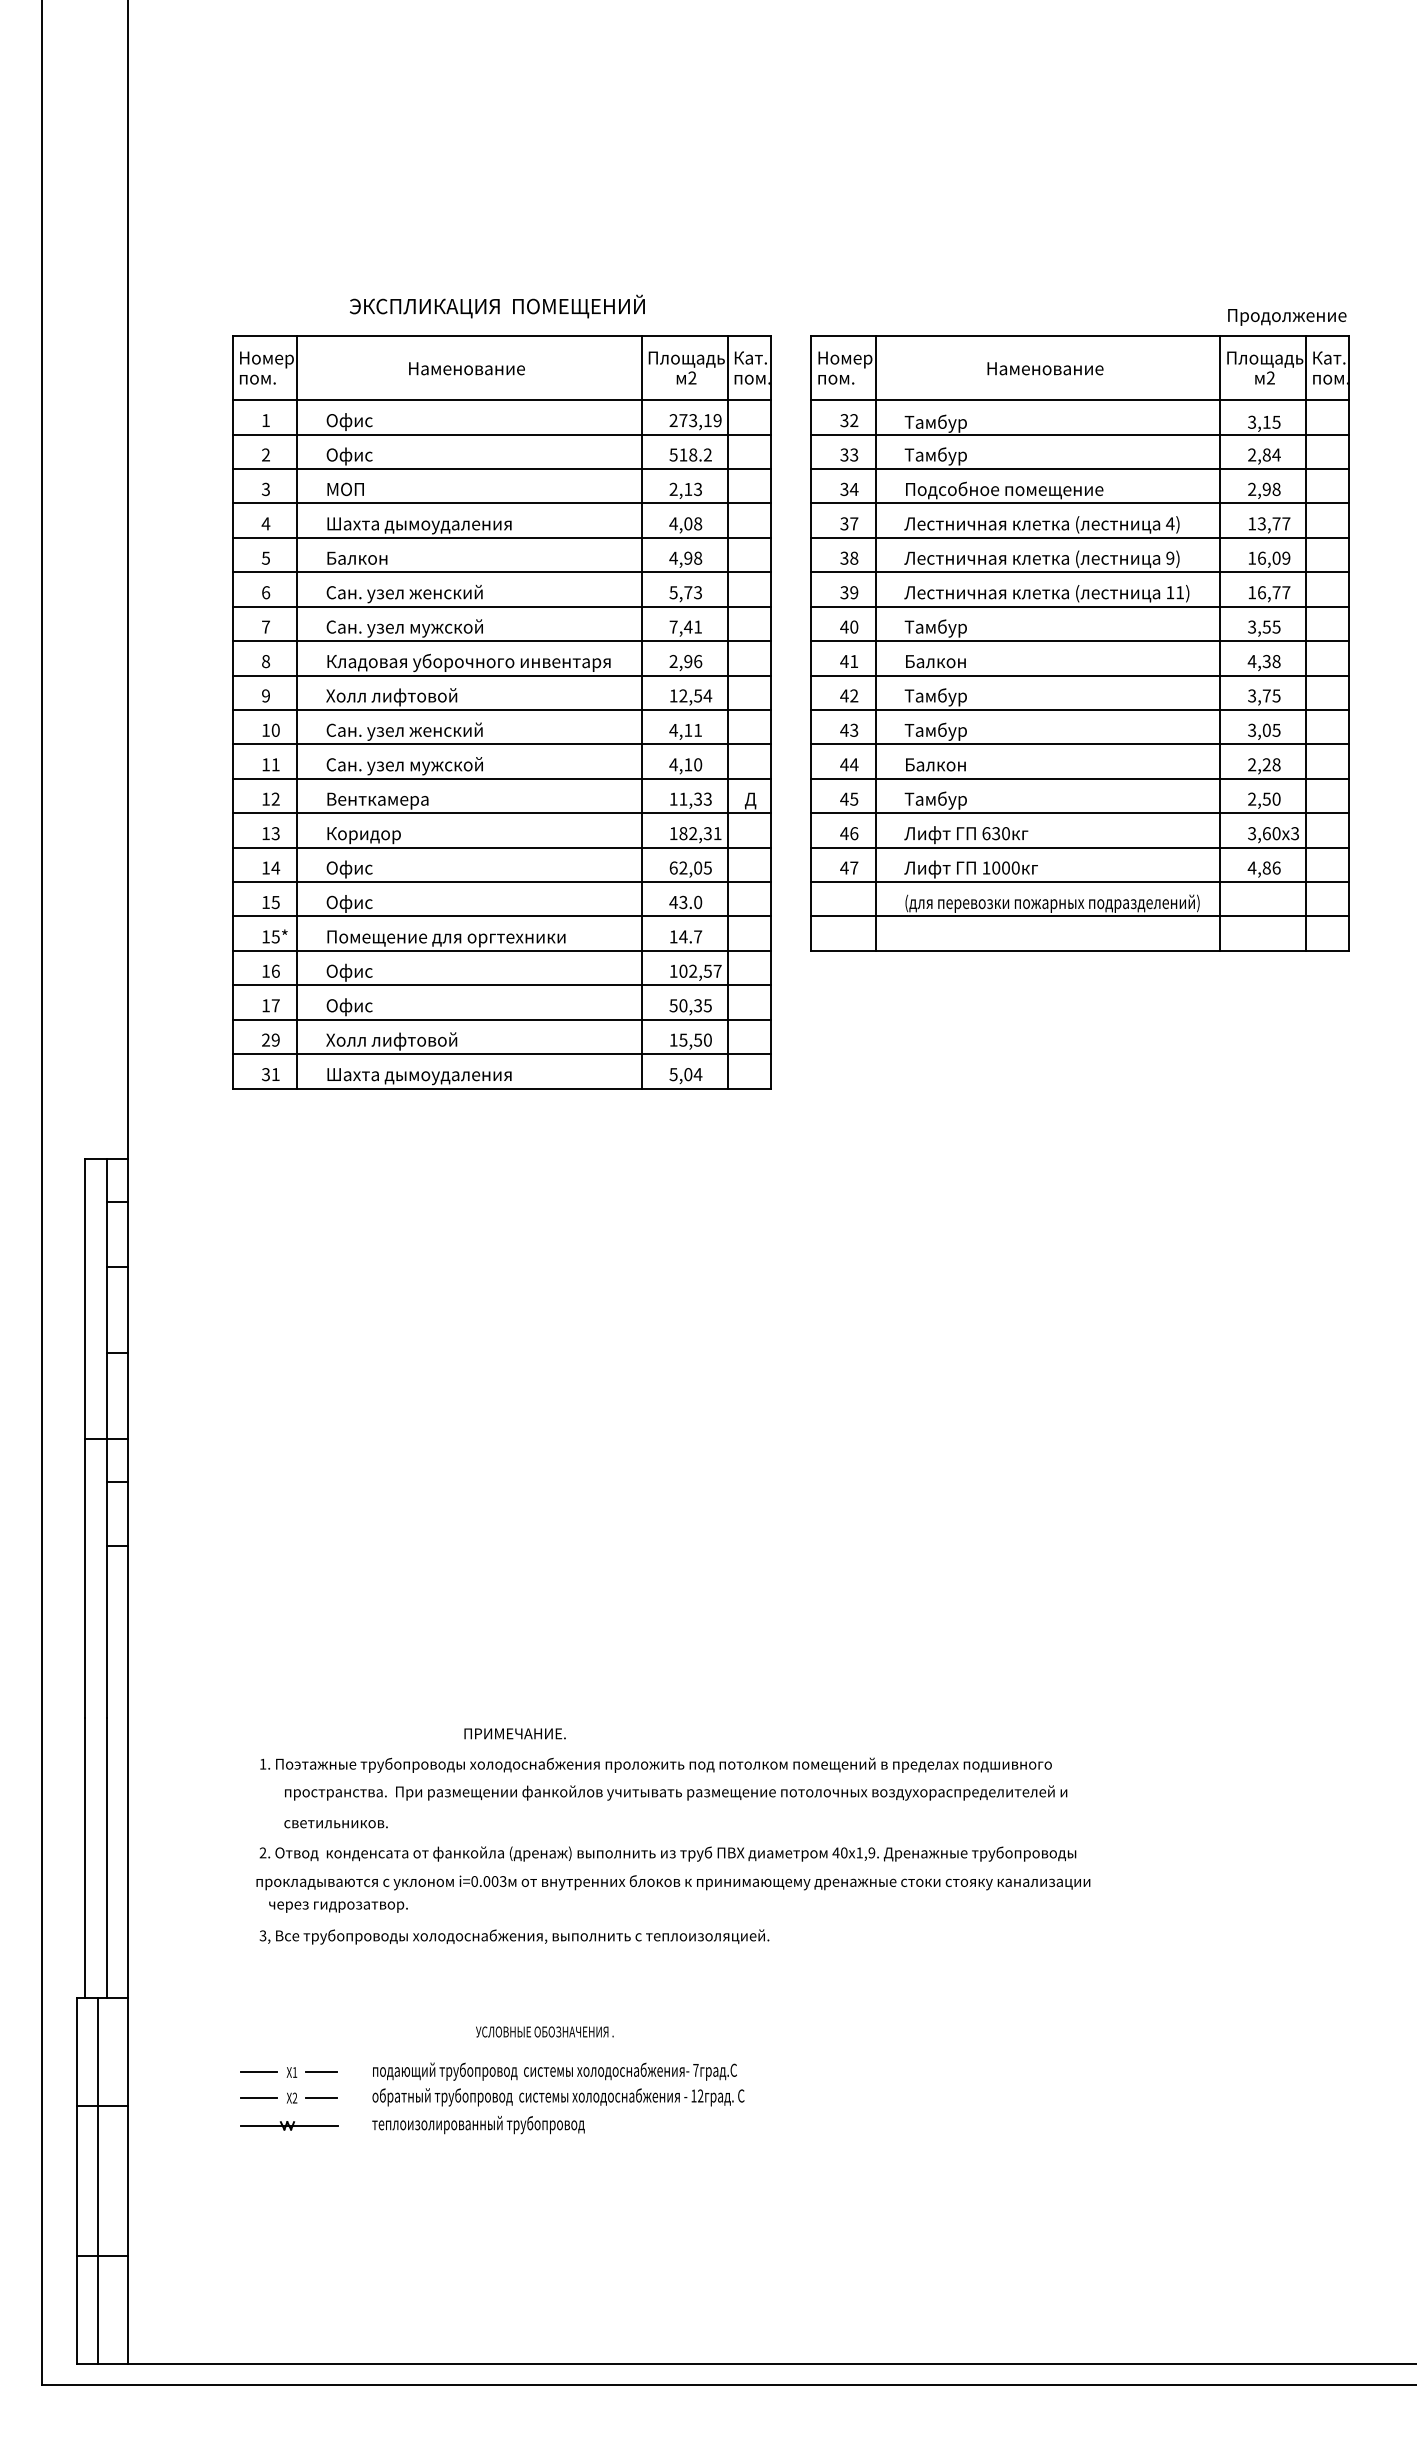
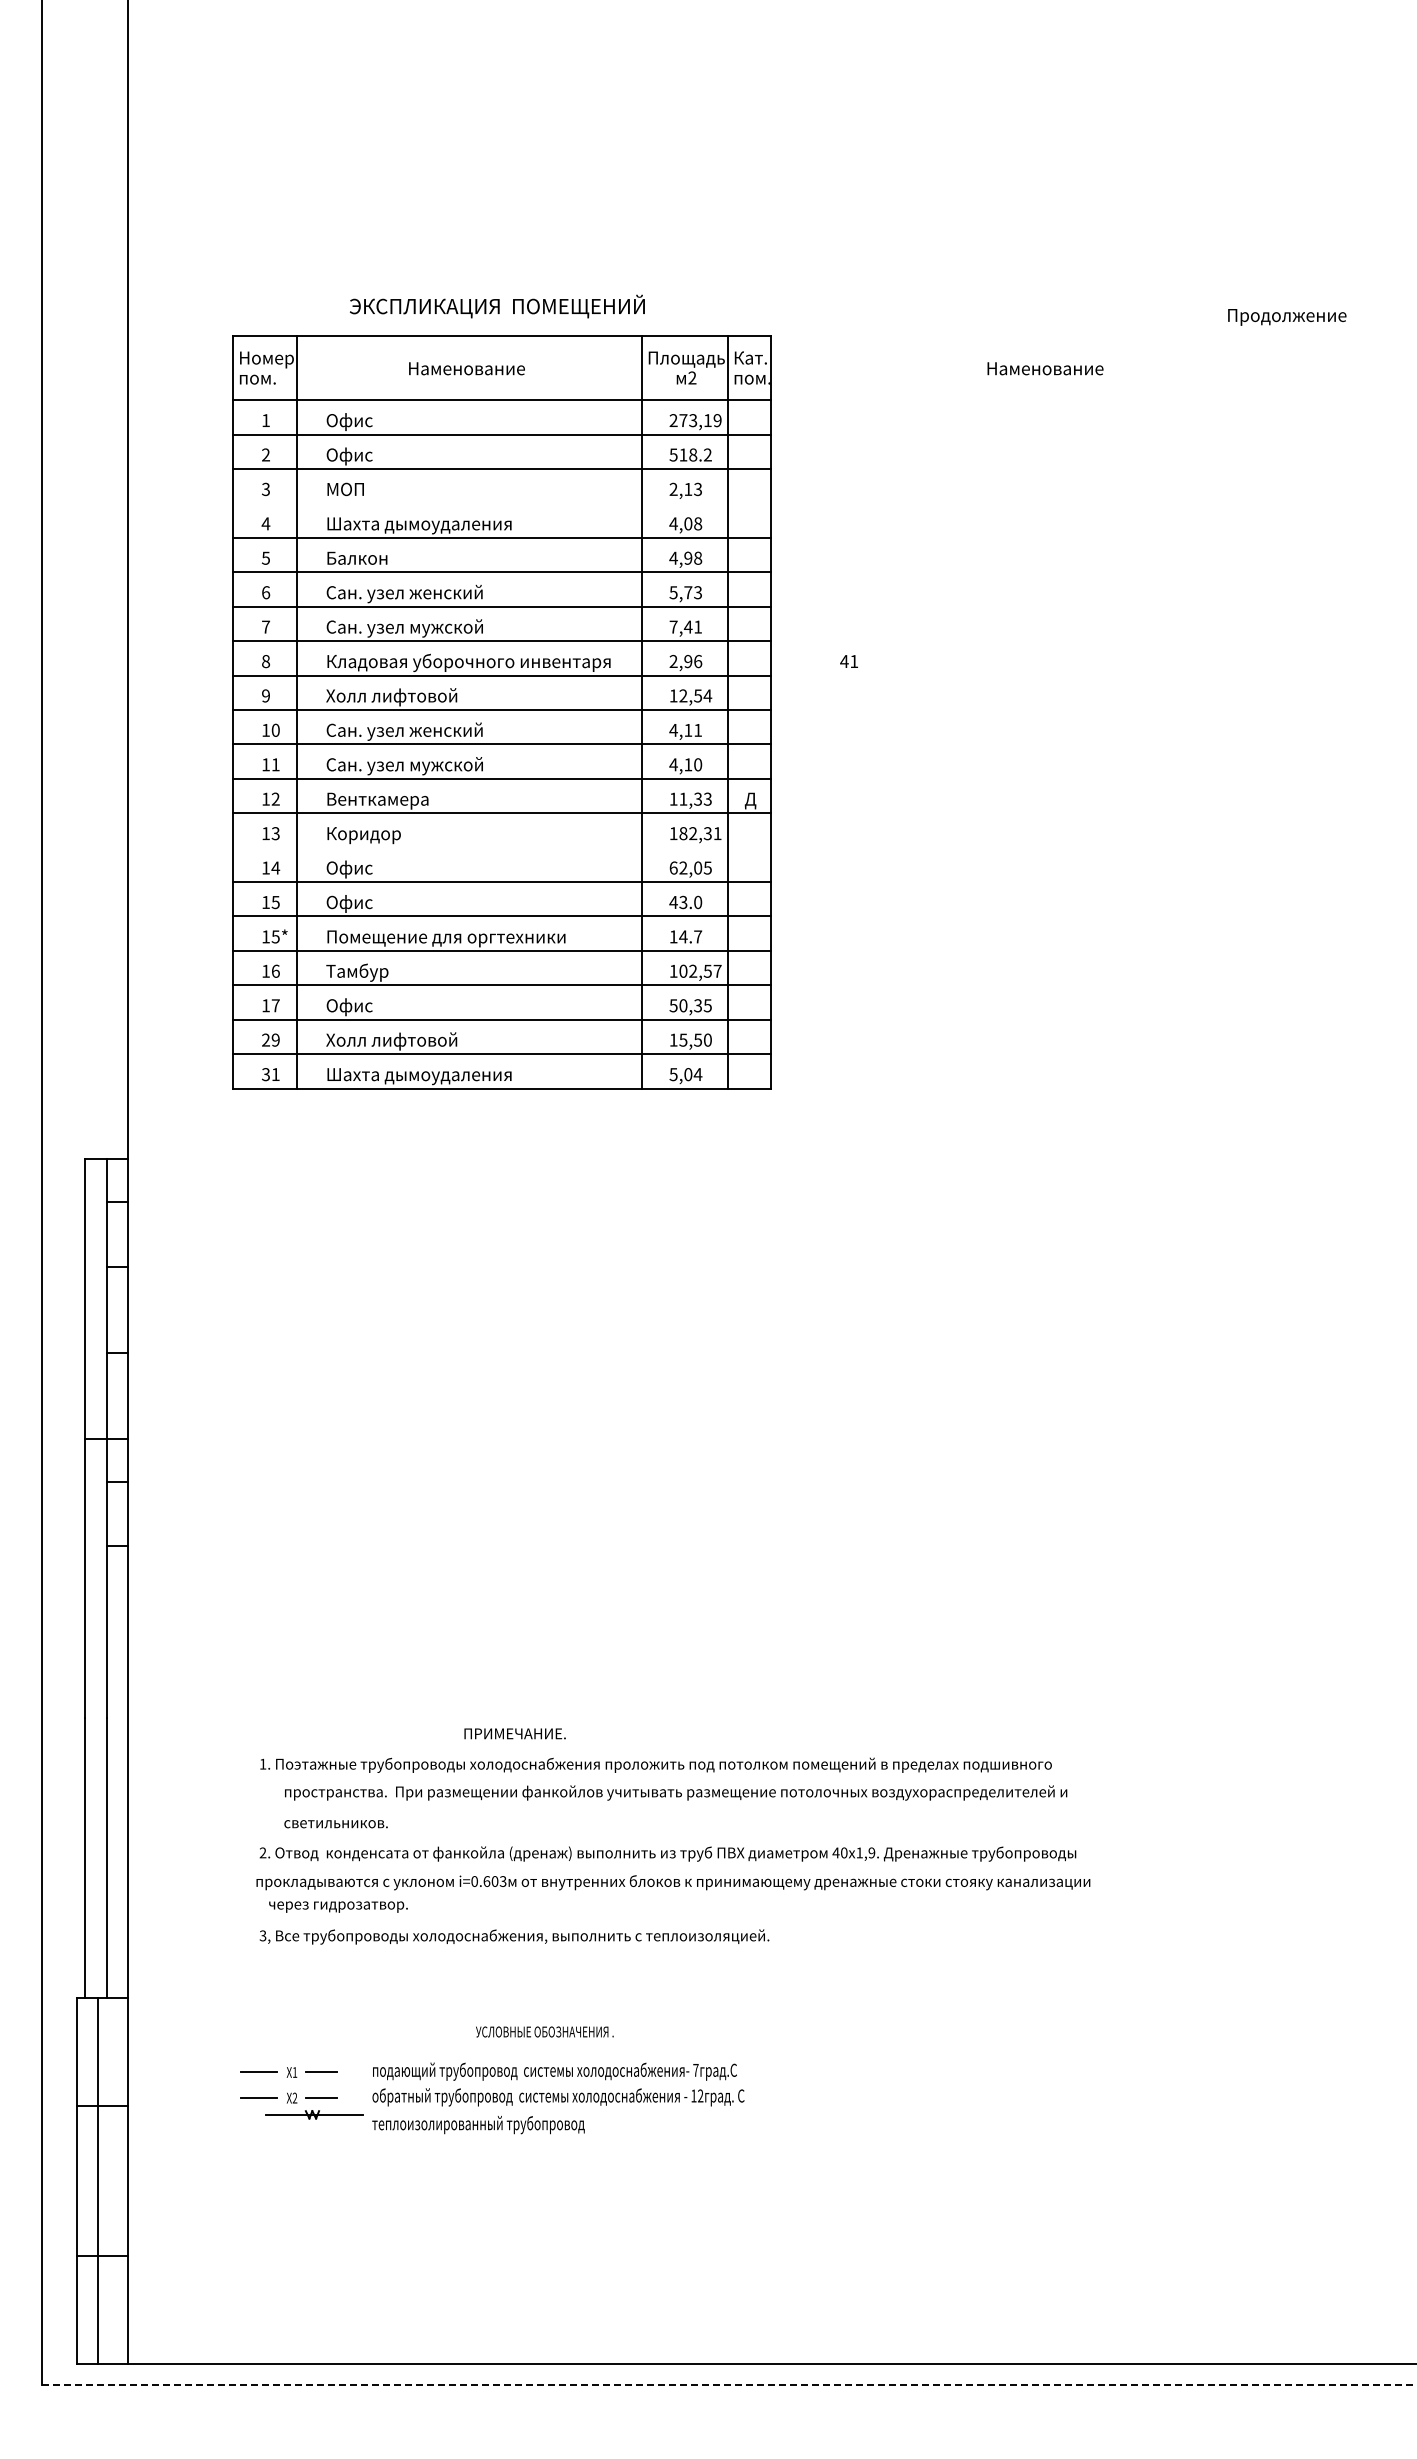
line at (501, 503): present -> none
part at (1079, 643): present -> none
line at (501, 847): present -> none
text at (357, 972): Офис -> Тамбур
text at (486, 1881): i=0.003 -> i=0.603
part at (289, 2125) position: (289, 2125) -> (314, 2114)
line at (729, 2385): solid -> dashed
